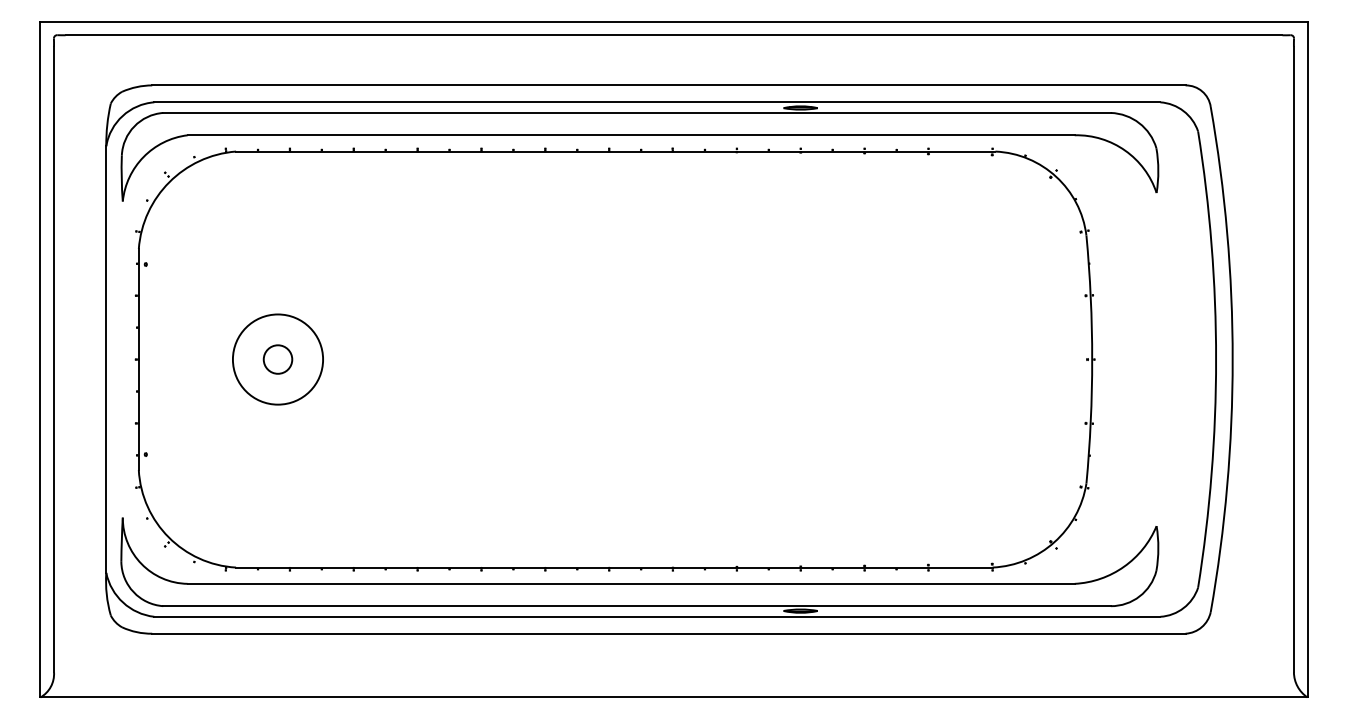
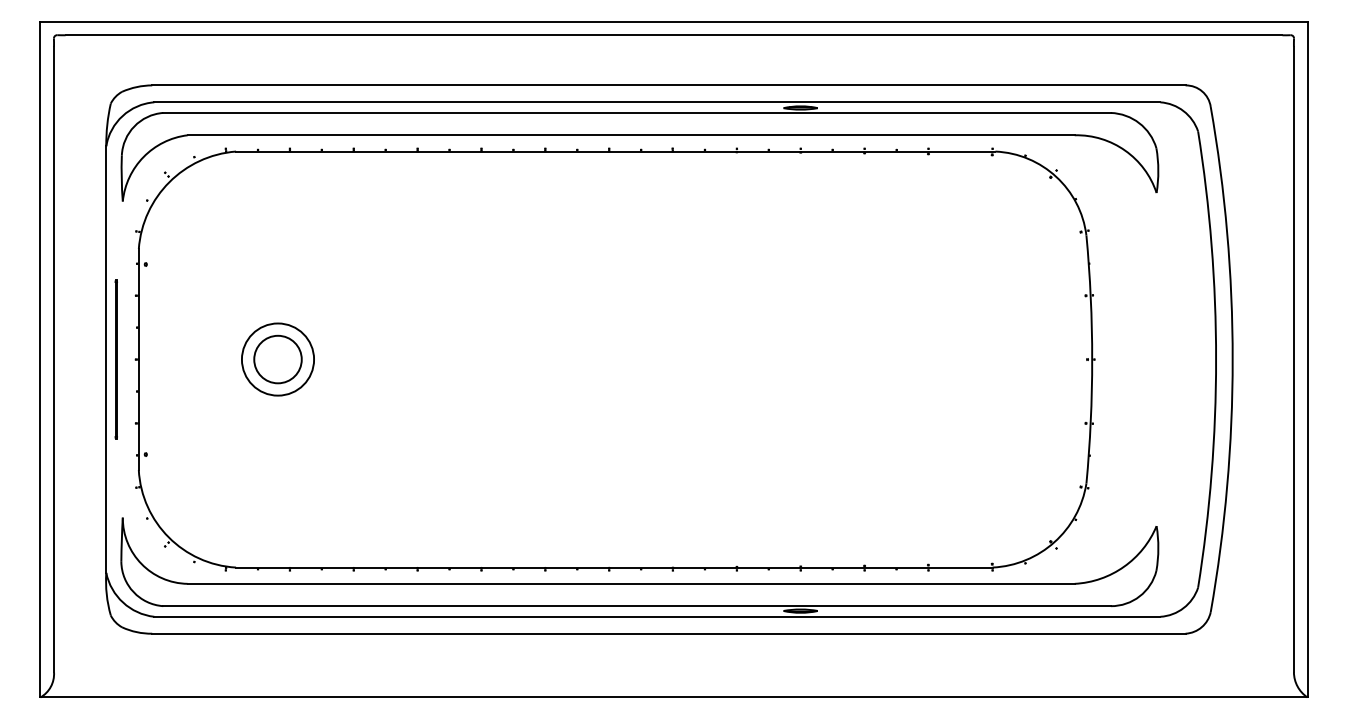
line at (115, 359): none -> present
circle at (277, 359) diameter: 29 px -> 48 px
circle at (277, 359) diameter: 90 px -> 72 px
